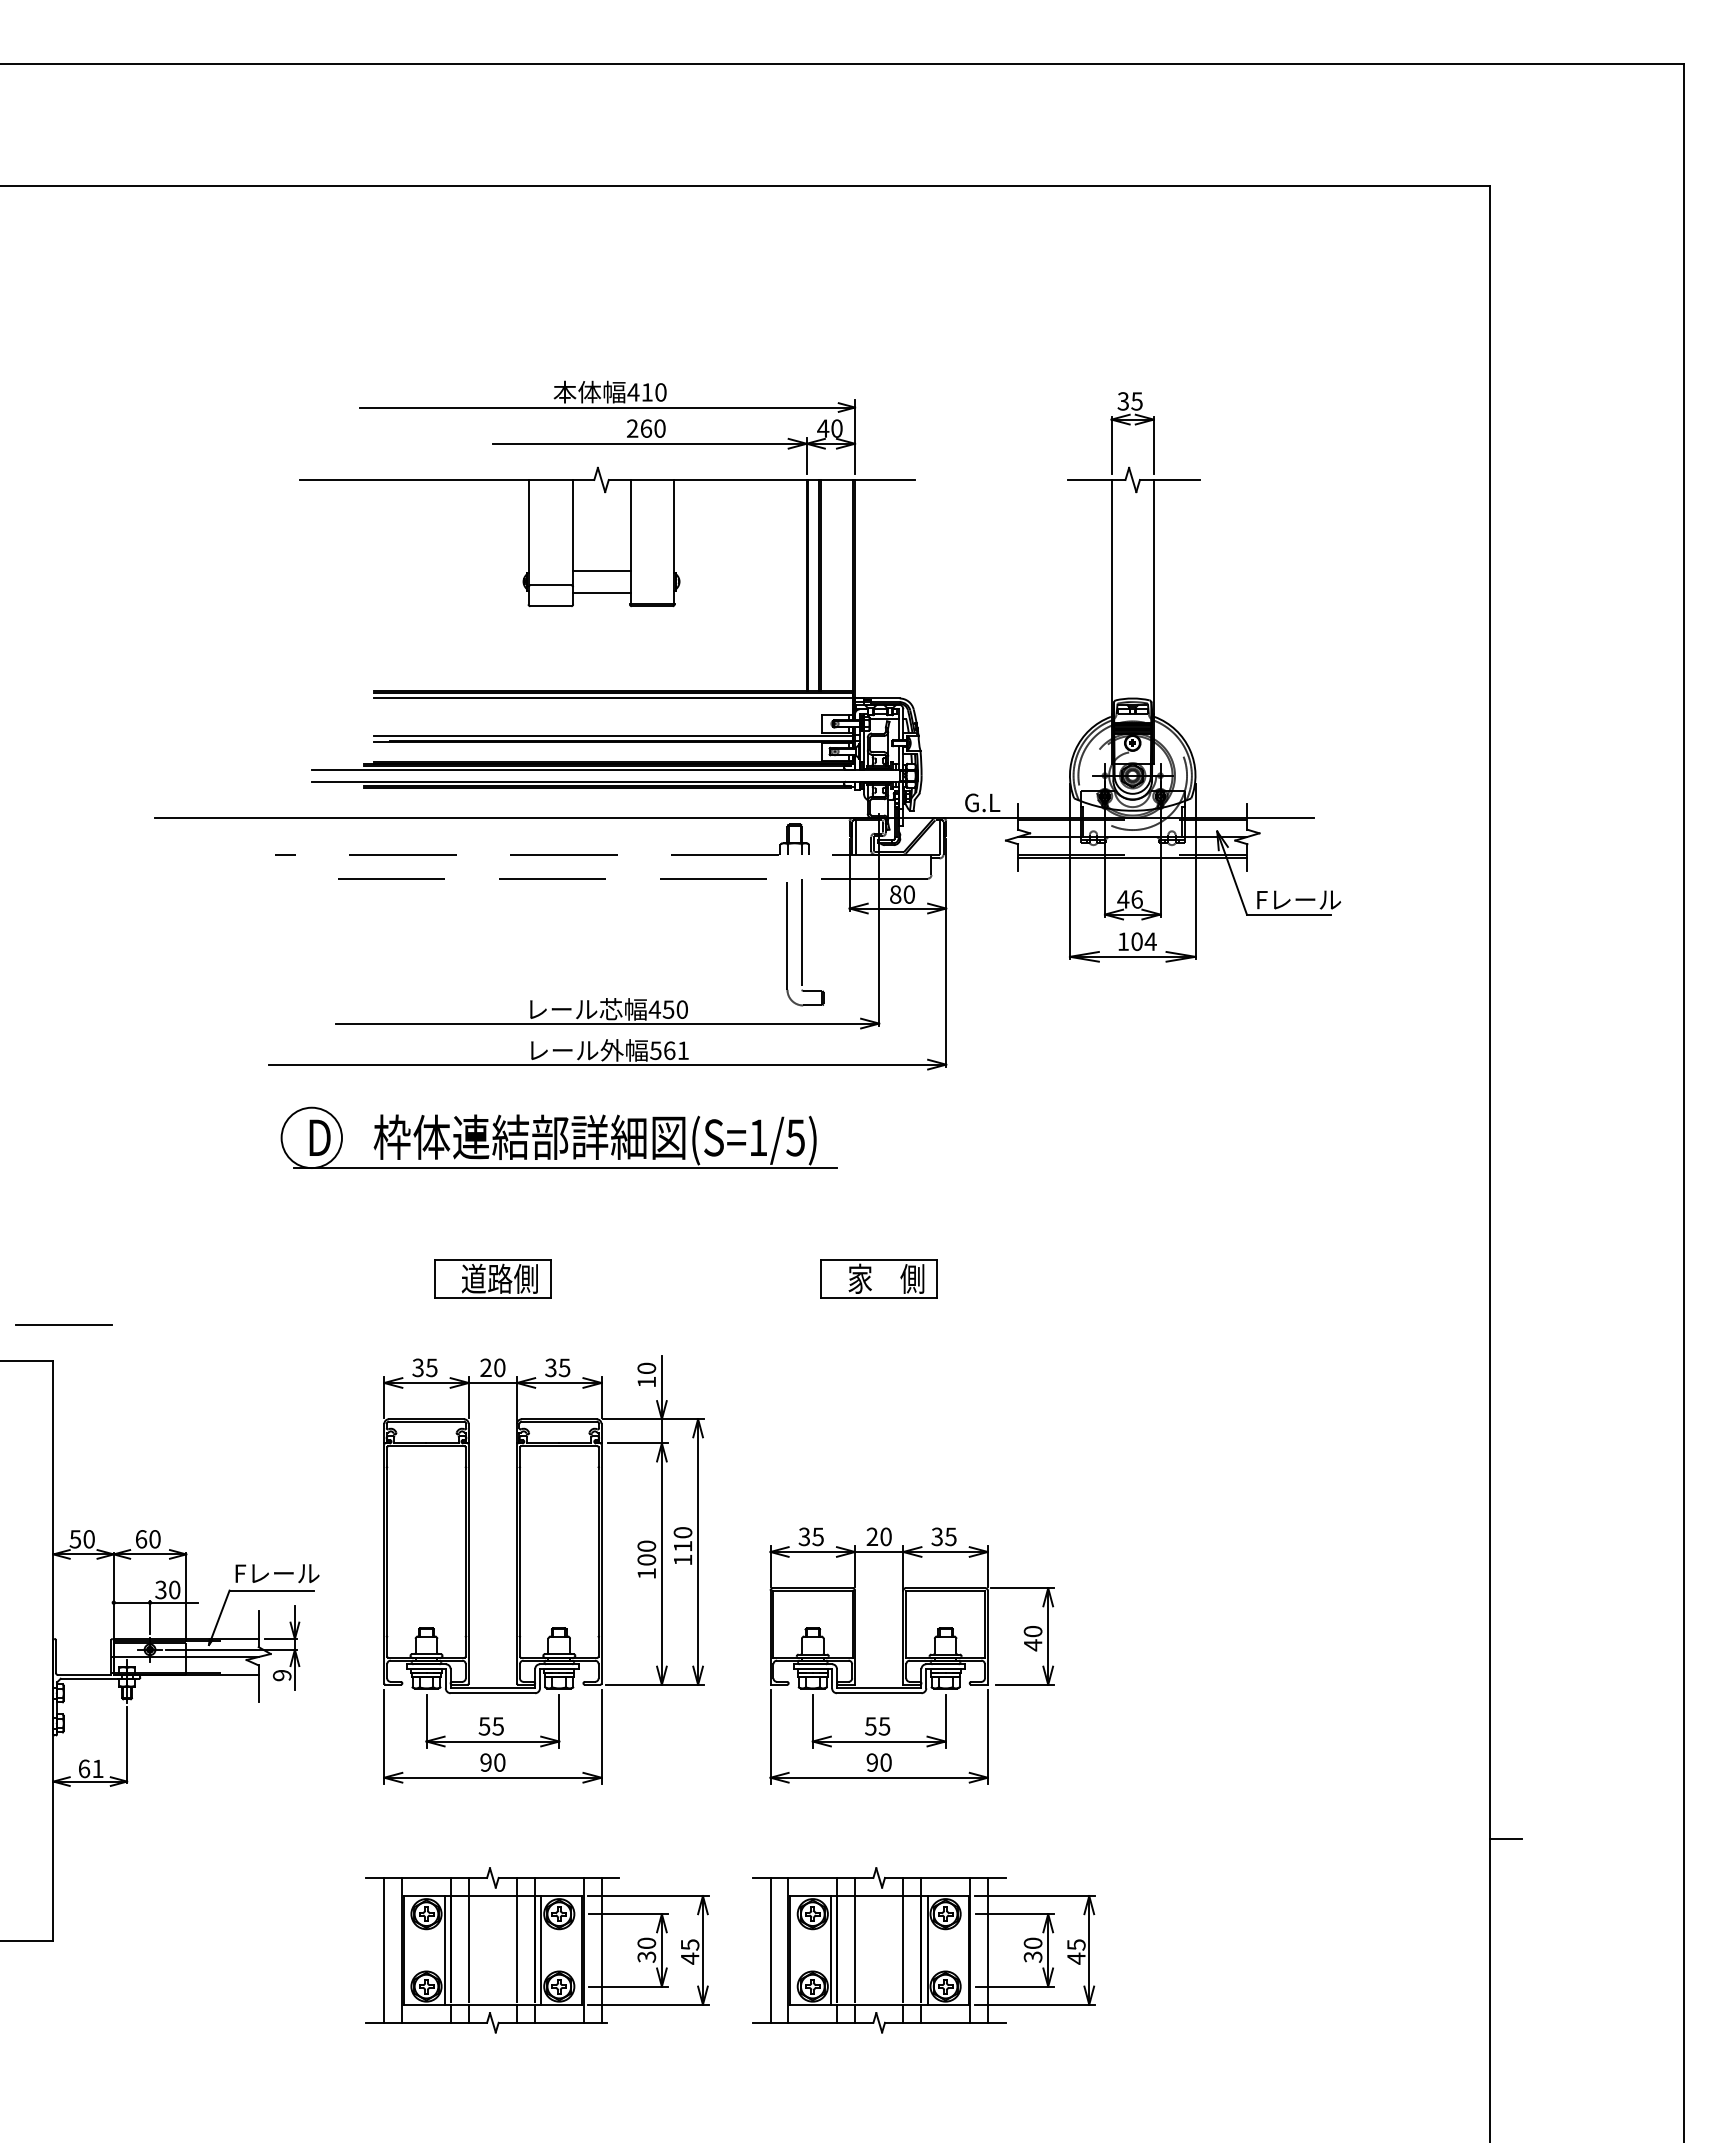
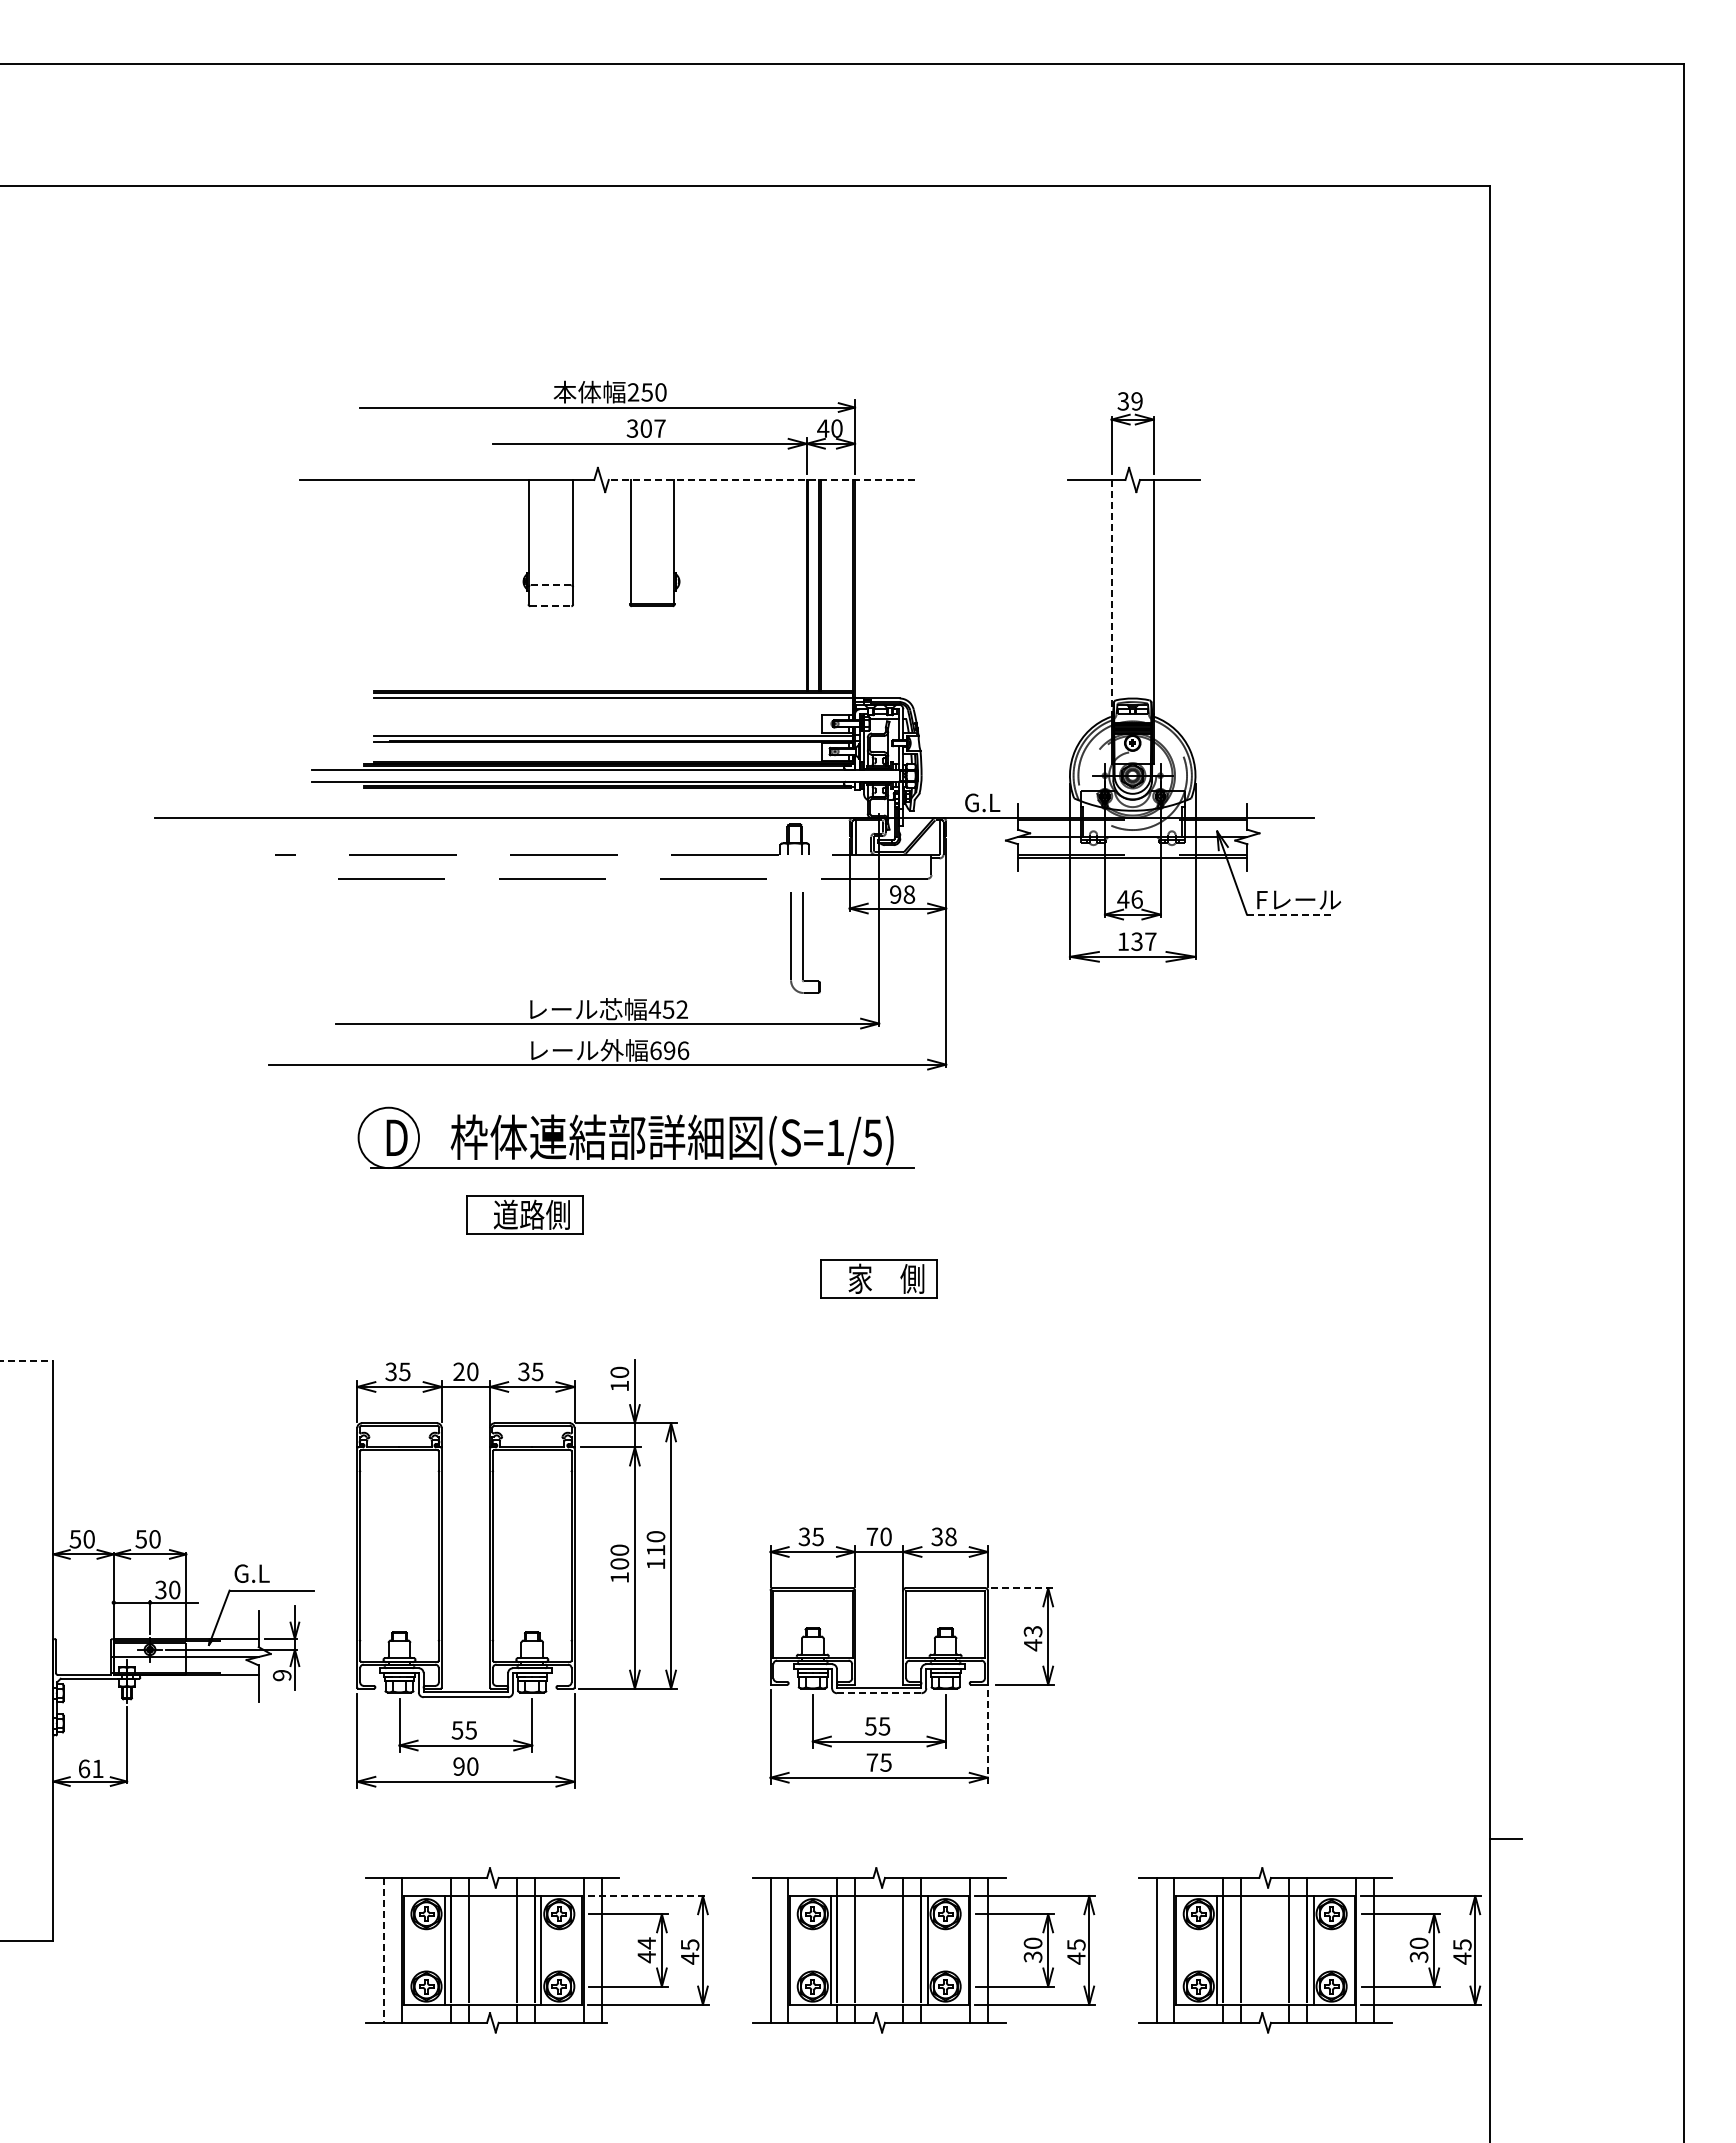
text at (639, 392): 410 -> 250
text at (1136, 401): 35 -> 39
text at (645, 428): 260 -> 307
line at (761, 479): solid -> dashed
line at (601, 570): present -> none
line at (550, 585): solid -> dashed
line at (601, 592): present -> none
line at (1111, 596): solid -> dashed
line at (550, 606): solid -> dashed
text at (902, 894): 80 -> 98
line at (1289, 914): solid -> dashed
text at (1143, 941): 104 -> 137
part at (805, 942) size: 39x128 px -> 31x102 px
text at (681, 1009): 450 -> 452
text at (669, 1050): 561 -> 696
part at (558, 1137) position: (558, 1137) -> (635, 1137)
part at (492, 1278) position: (492, 1278) -> (524, 1214)
line at (63, 1325): present -> none
line at (27, 1361): solid -> dashed
text at (872, 1536): 20 -> 70
text at (950, 1536): 35 -> 38
text at (141, 1539): 60 -> 50
part at (543, 1569) position: (543, 1569) -> (516, 1573)
text at (276, 1573): Fレール -> G.L
line at (1023, 1588): solid -> dashed
text at (1033, 1631): 40 -> 43
line at (879, 1693): solid -> dashed
line at (987, 1737): solid -> dashed
text at (878, 1762): 90 -> 75
line at (649, 1896): solid -> dashed
line at (384, 1950): solid -> dashed
text at (646, 1950): 30 -> 44
part at (1309, 1950): none -> present
